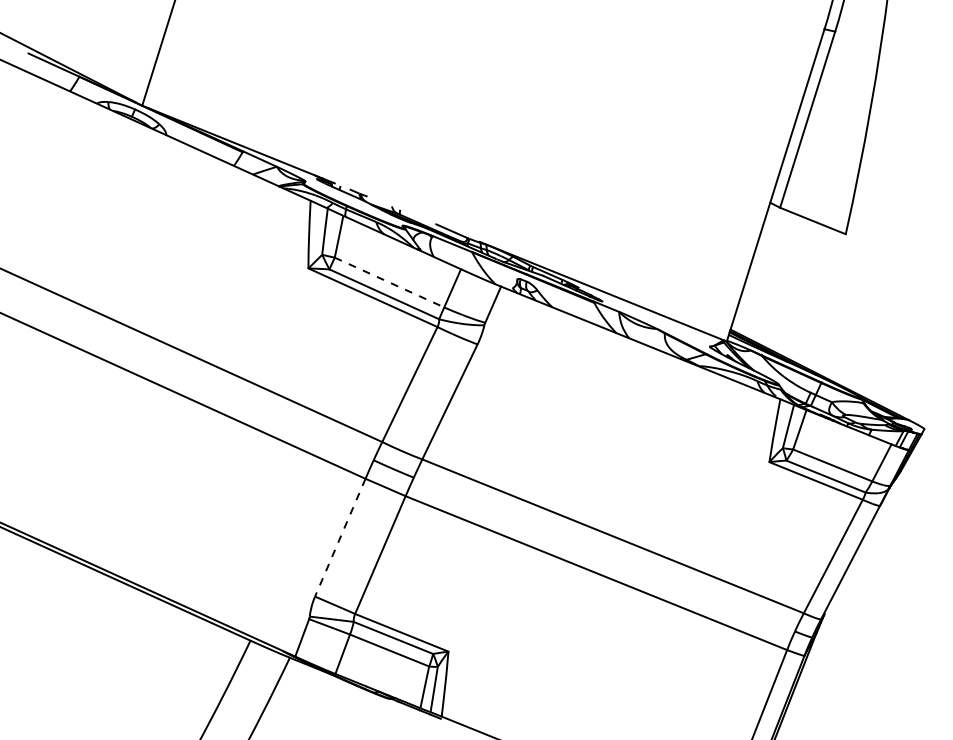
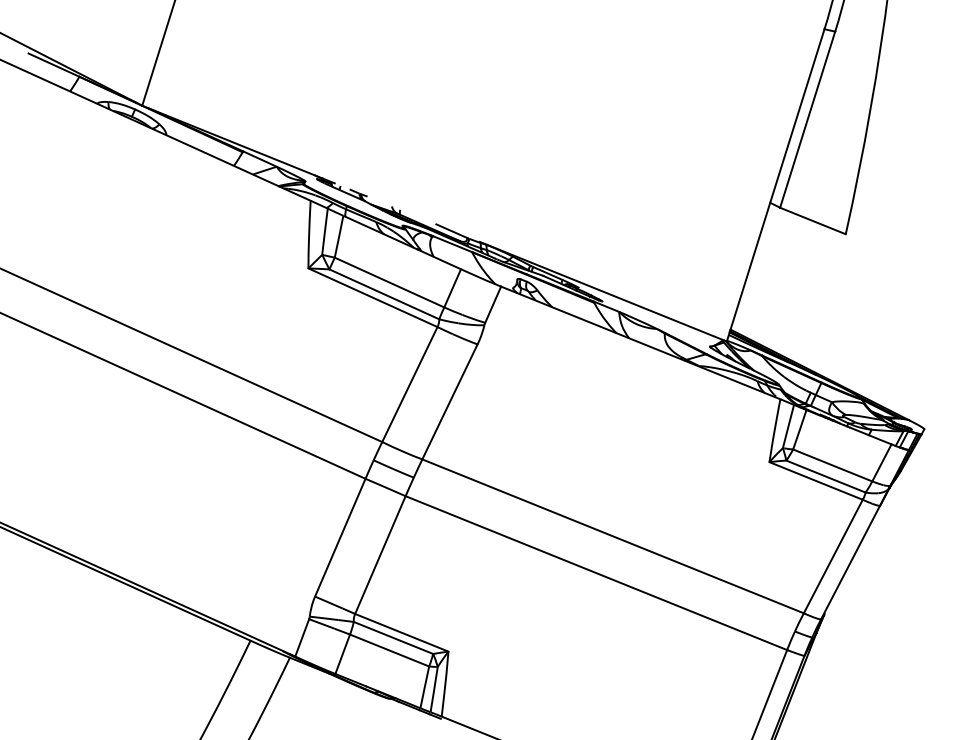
line at (389, 282): dashed -> solid
line at (340, 538): dashed -> solid
